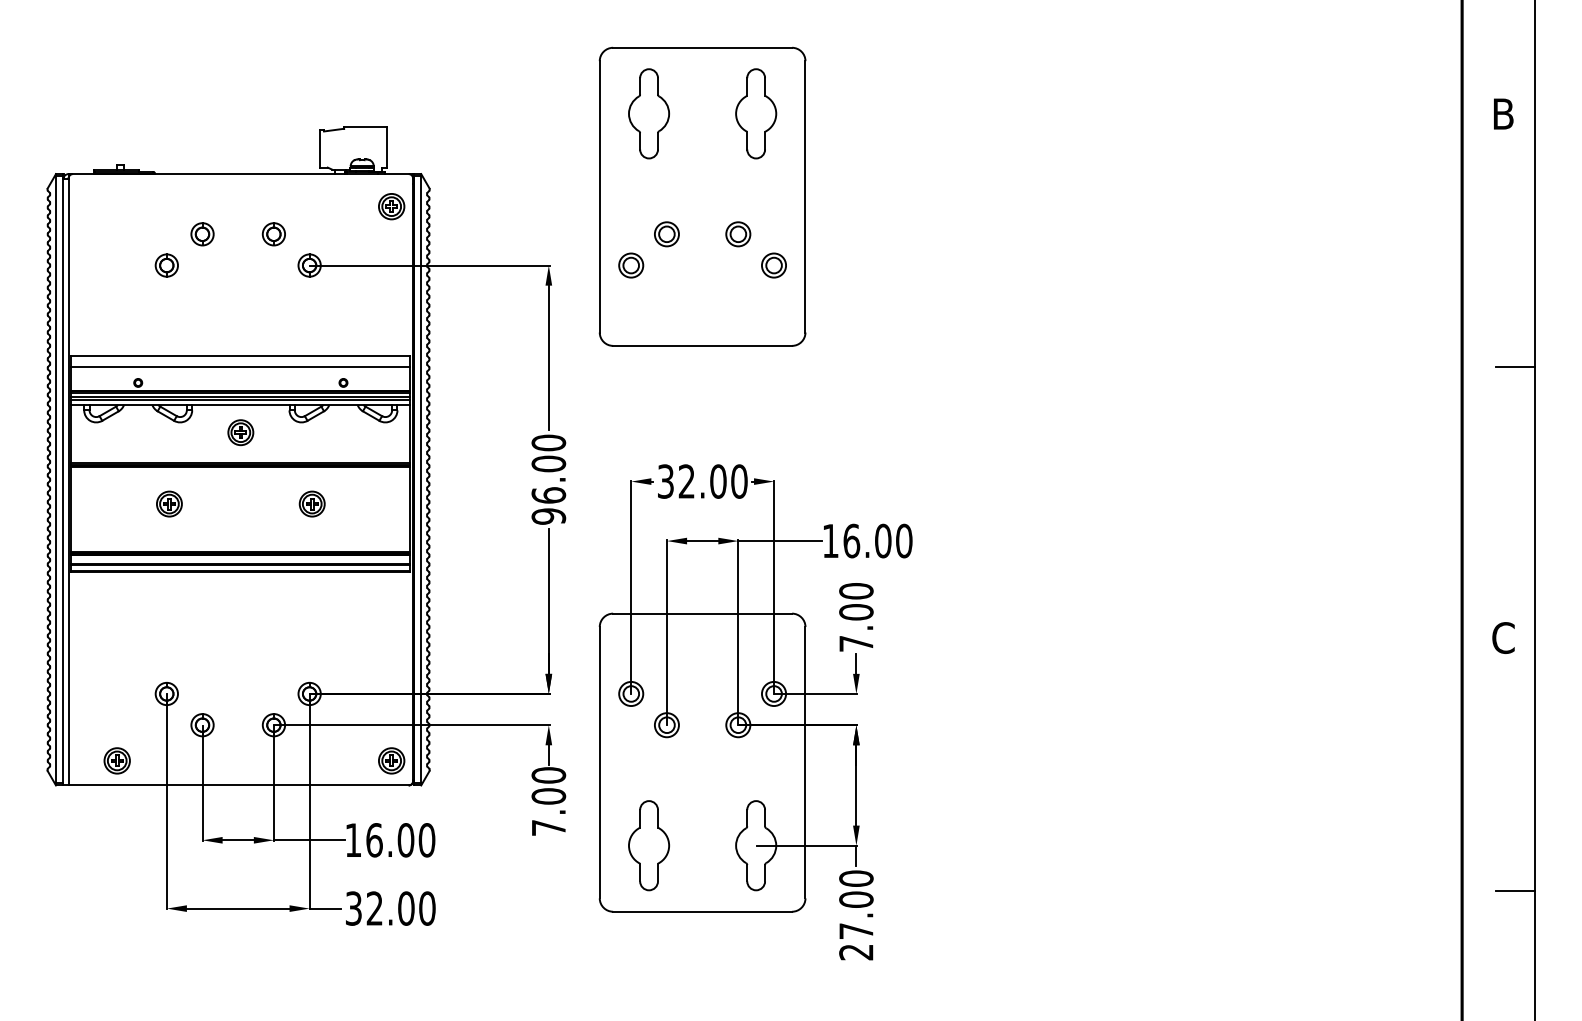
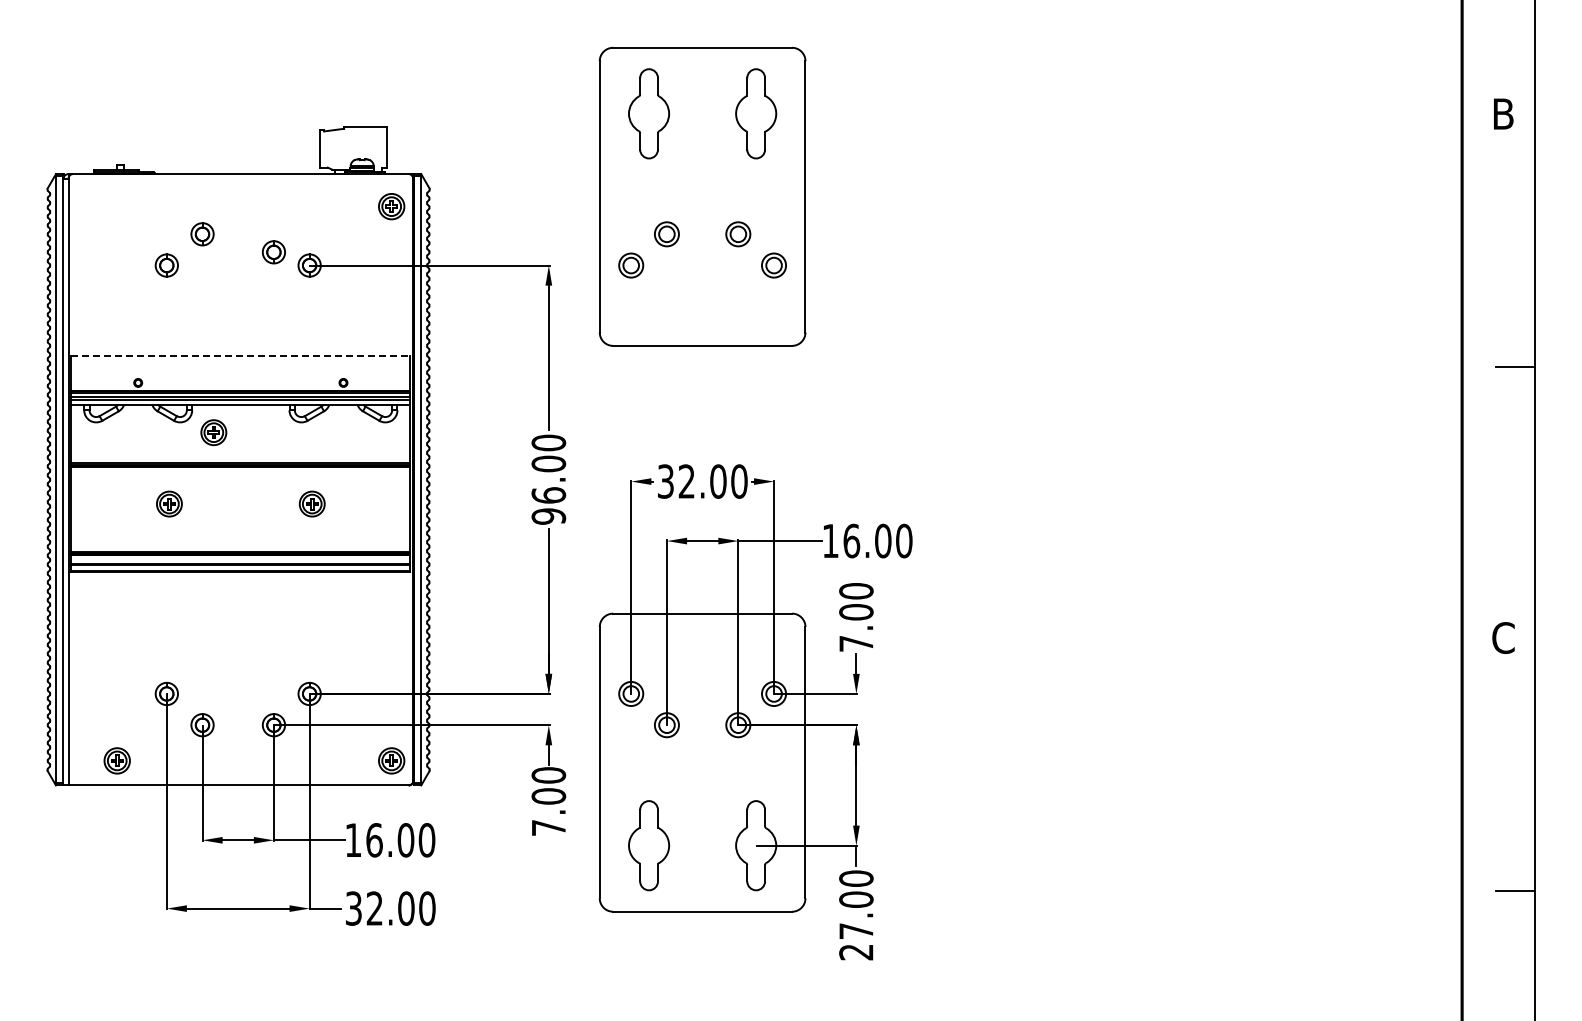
part at (273, 234) position: (273, 234) -> (273, 252)
line at (240, 356): solid -> dashed
line at (240, 367): present -> none
part at (240, 432) position: (240, 432) -> (213, 432)
